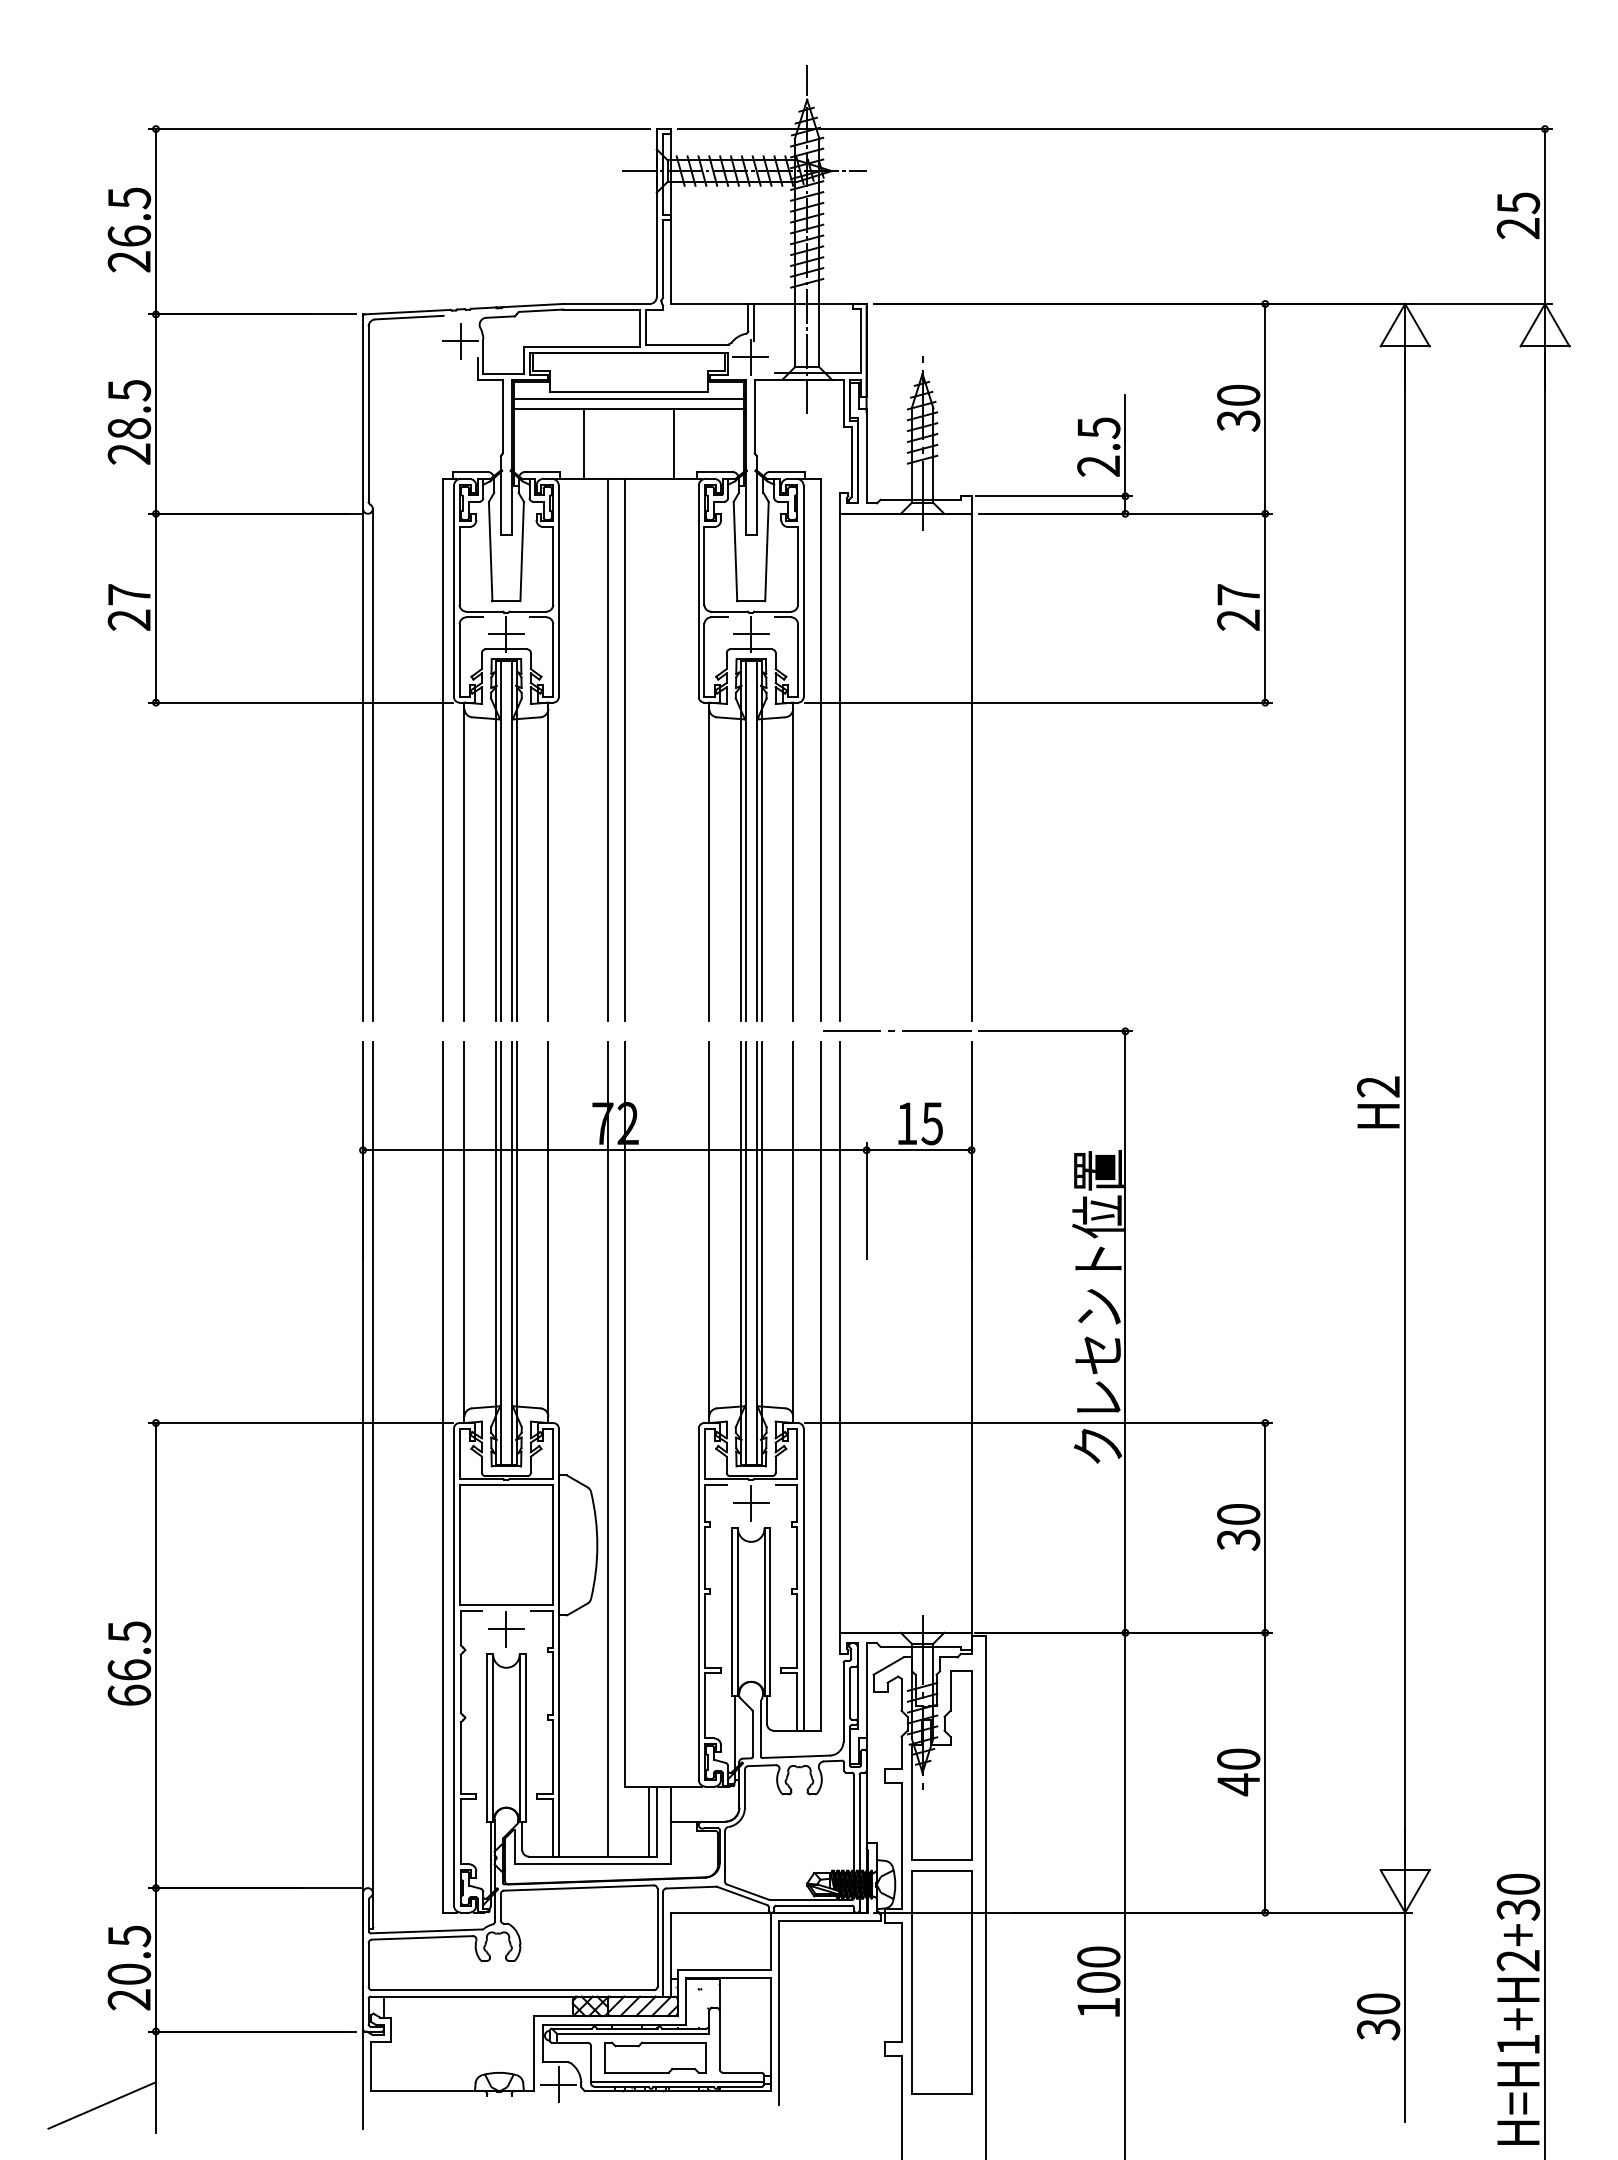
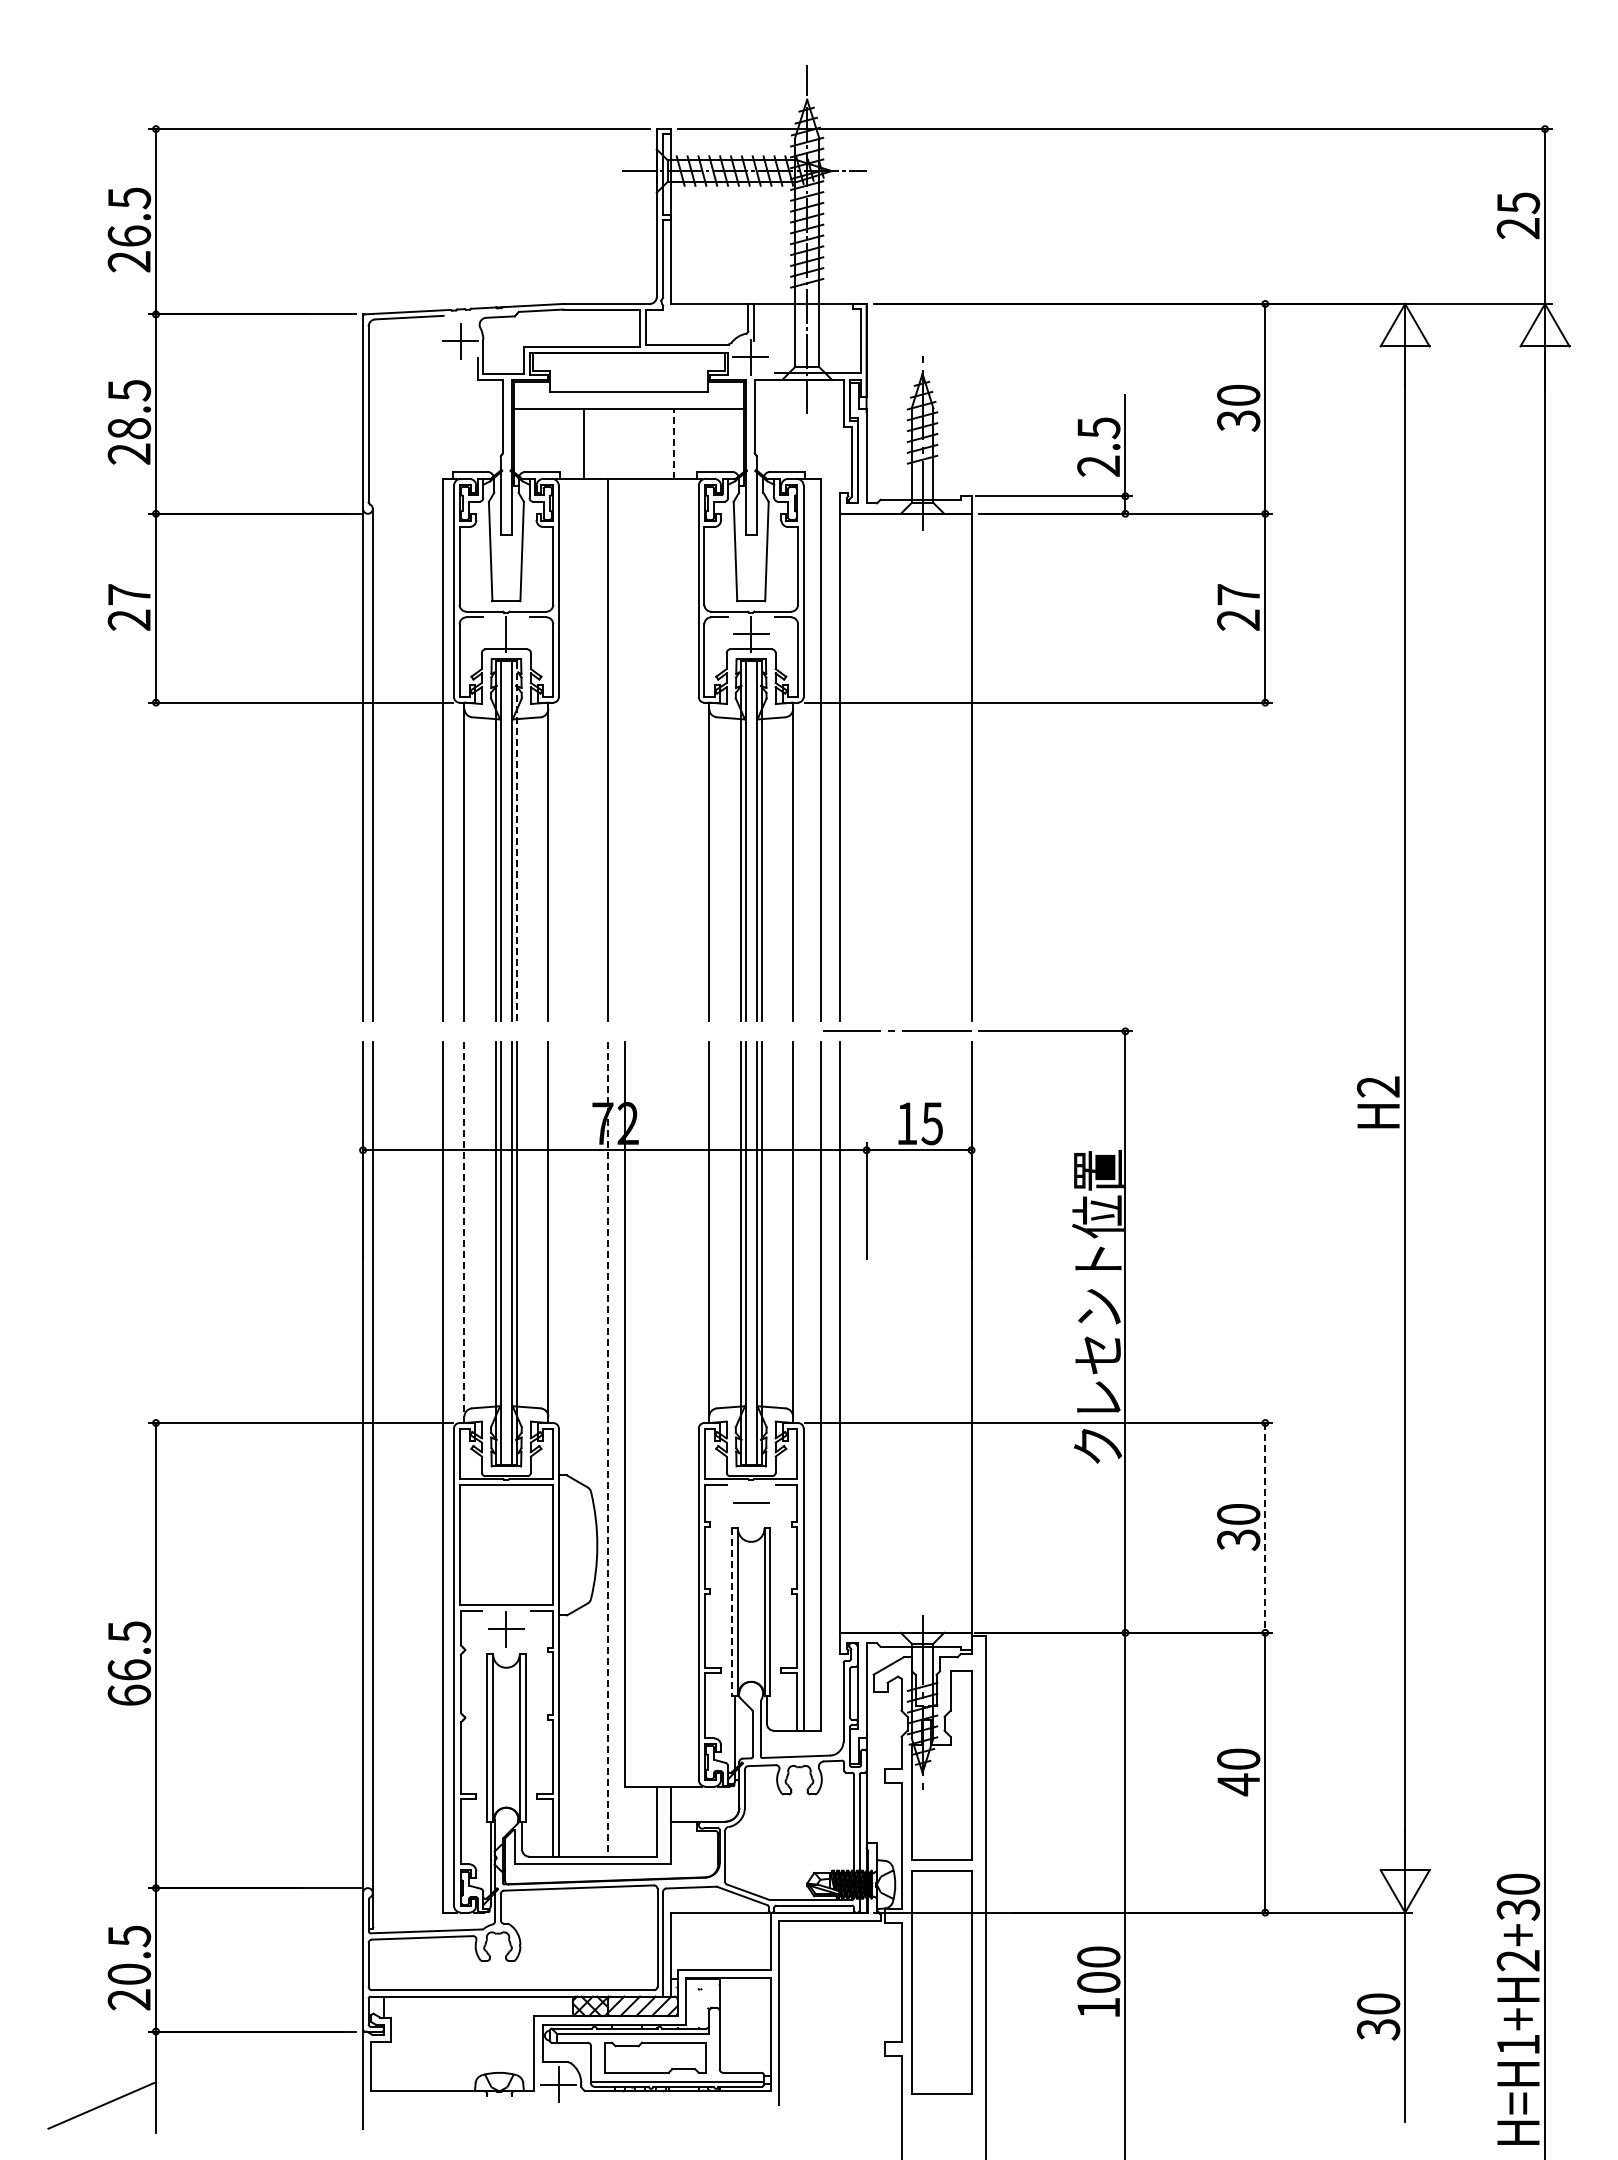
line at (628, 399): present -> none
line at (673, 443): solid -> dashed
line at (505, 634): present -> none
line at (625, 749): present -> none
line at (516, 840): solid -> dashed
line at (464, 1229): solid -> dashed
line at (607, 1449): solid -> dashed
line at (751, 1502): present -> none
line at (1265, 1527): solid -> dashed
line at (731, 1611): solid -> dashed
line at (649, 1821): present -> none
